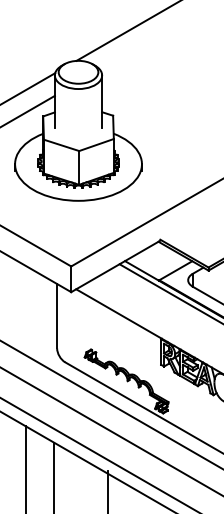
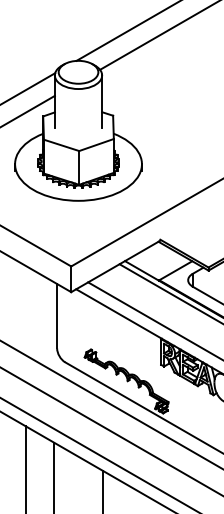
line at (158, 35): none -> present
line at (154, 320): none -> present
line at (108, 490) position: (108, 490) -> (103, 490)
